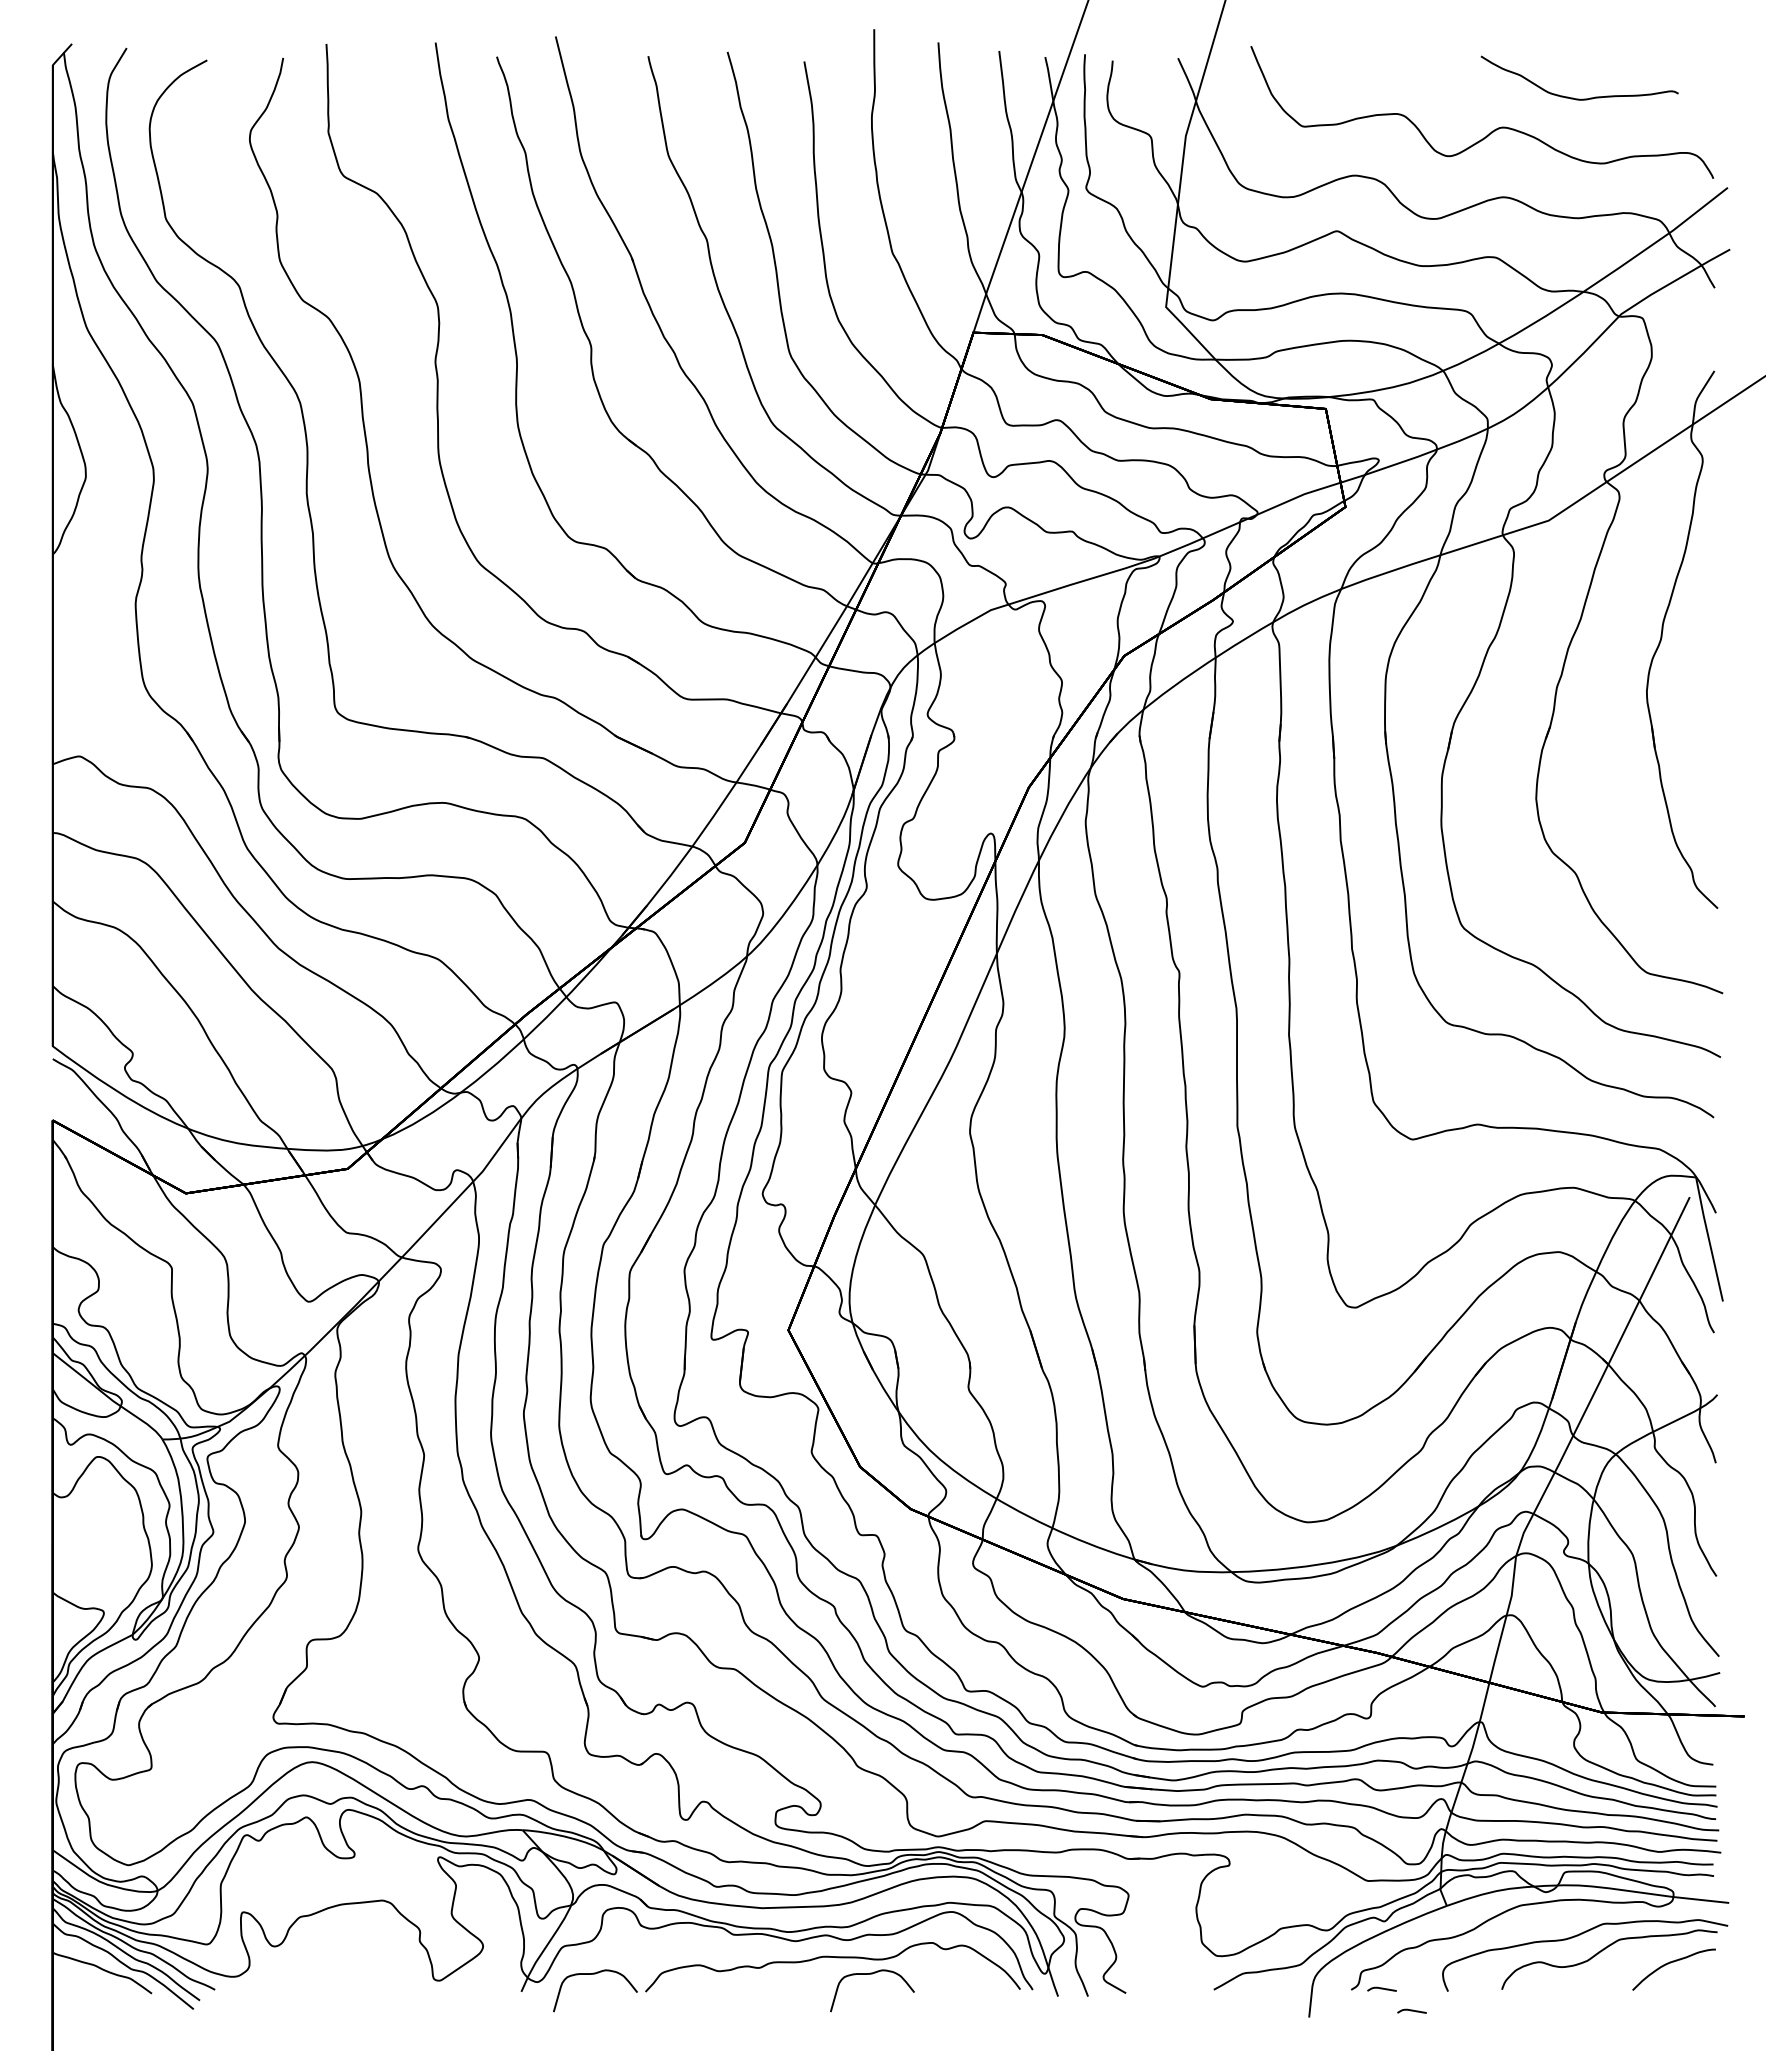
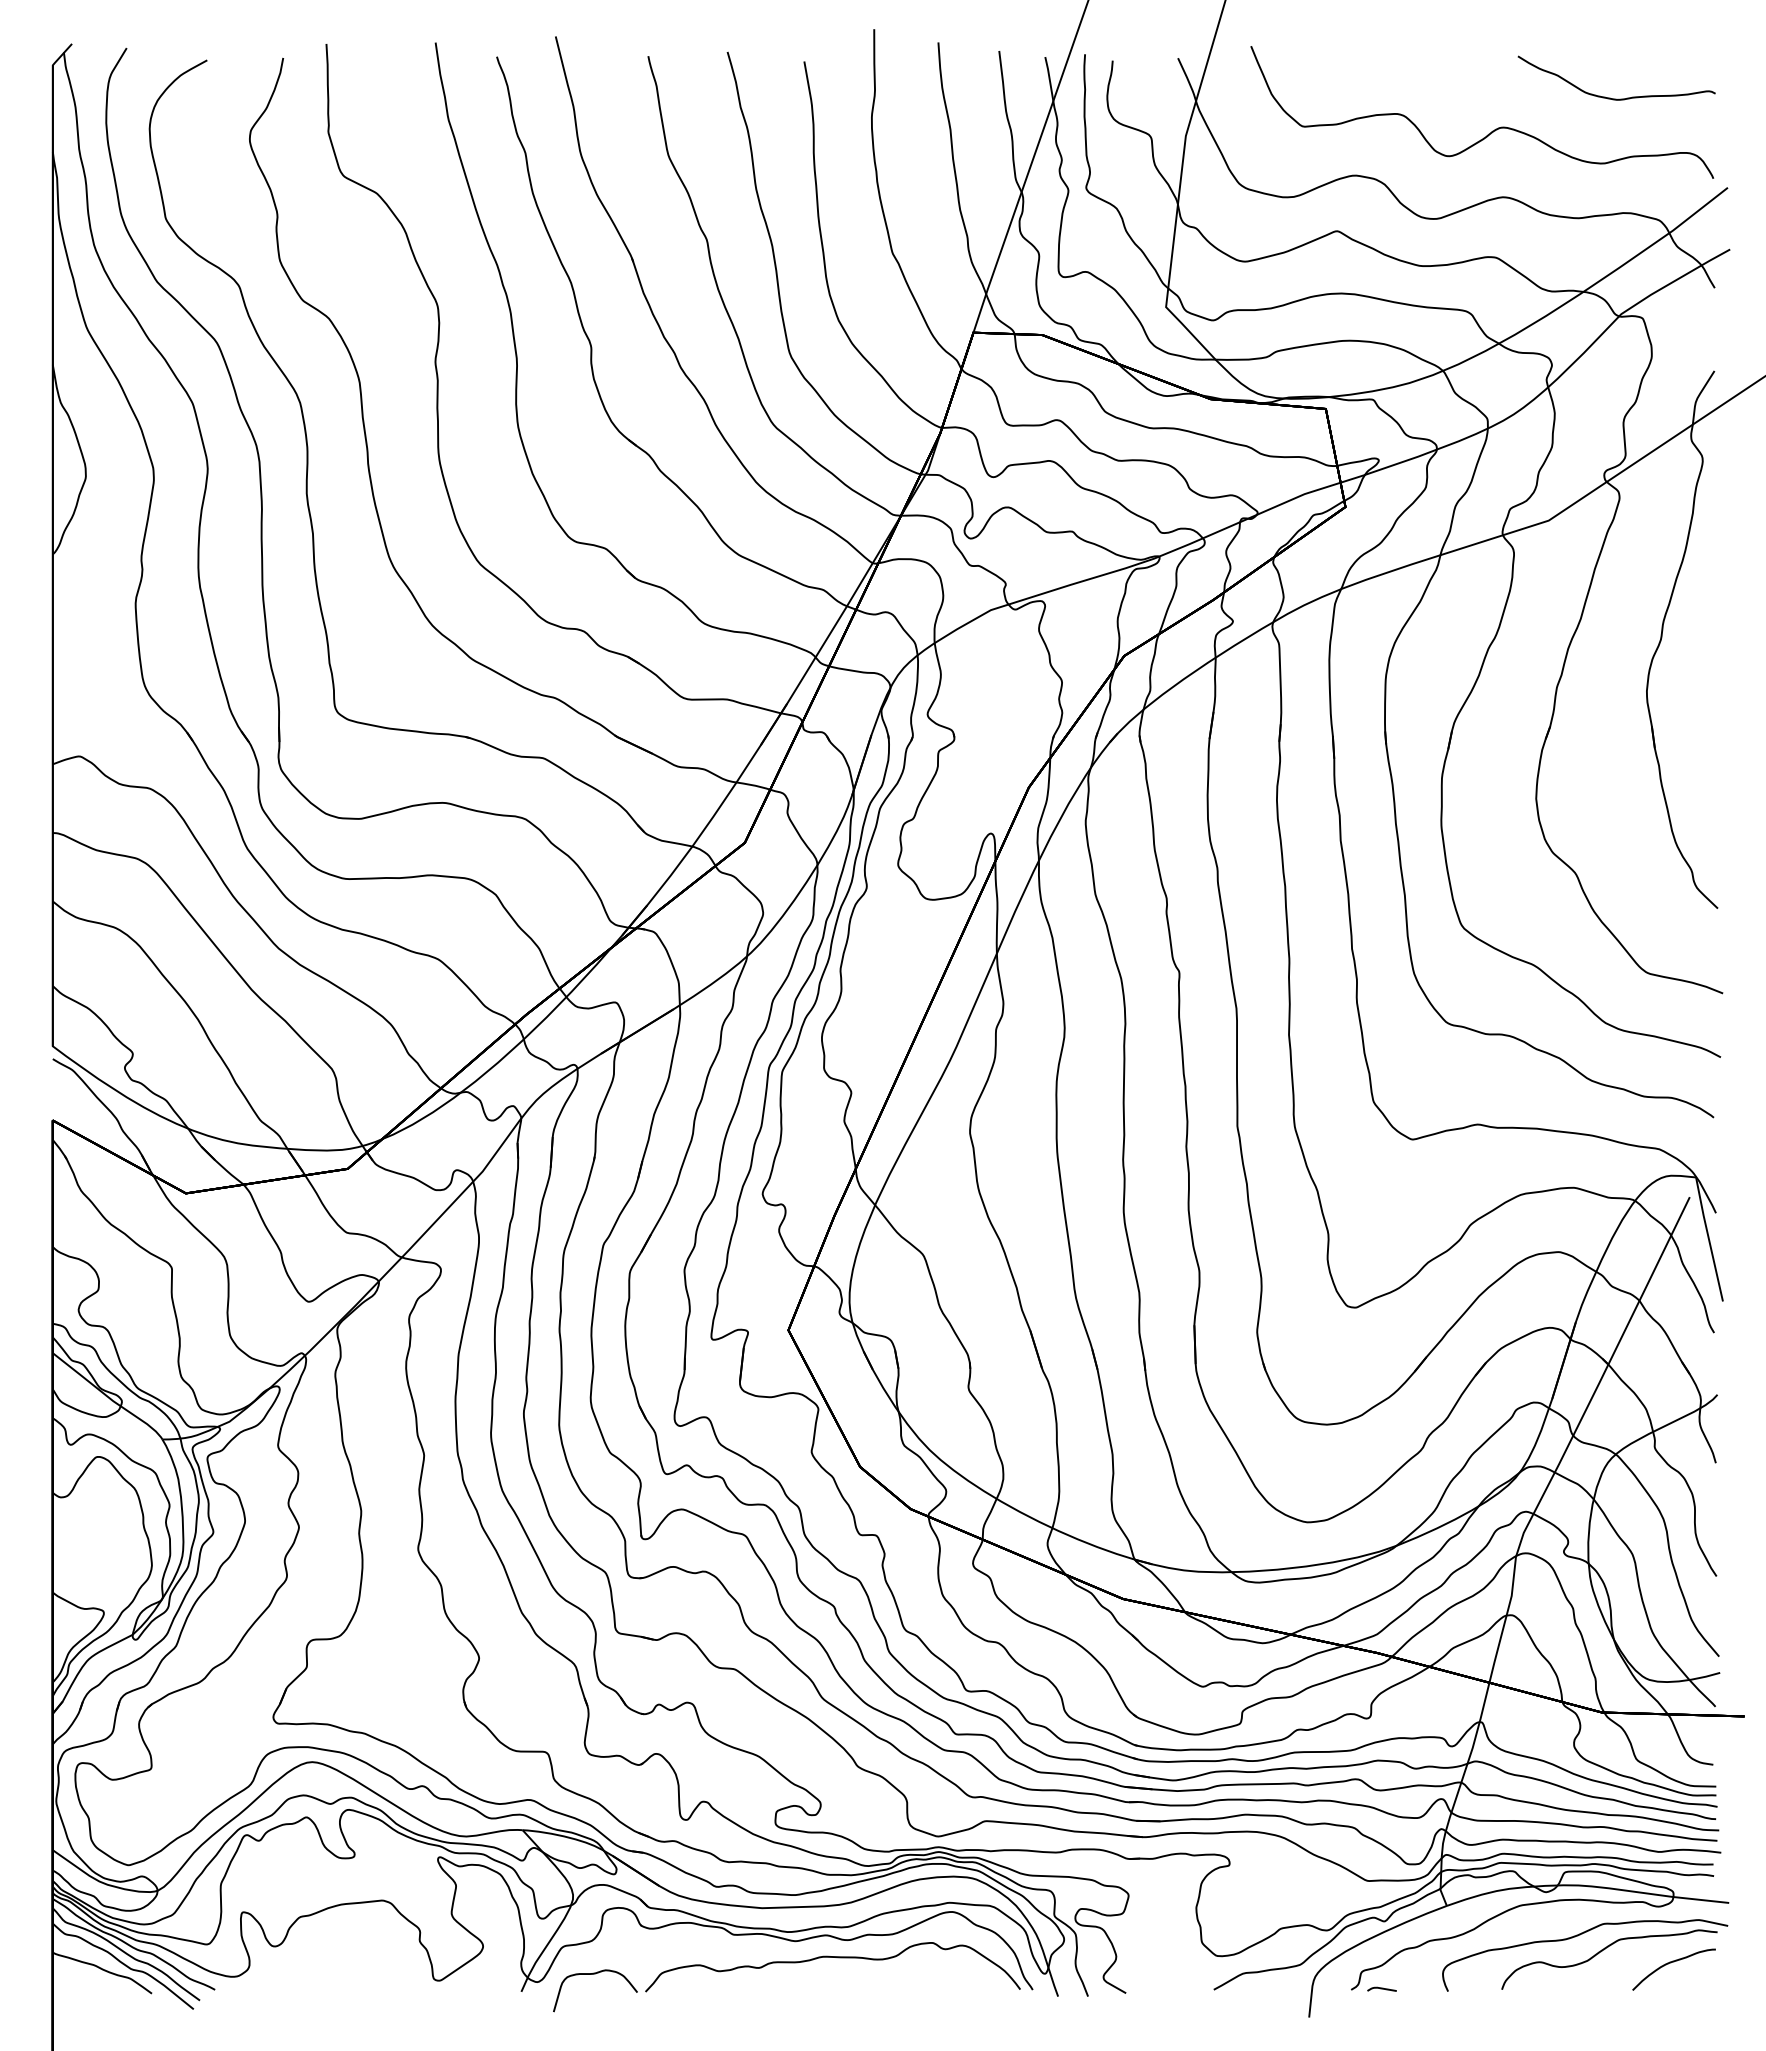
curve at (1573, 97) position: (1573, 97) -> (1610, 97)
curve at (872, 1974): present -> none
curve at (1411, 2010): present -> none
